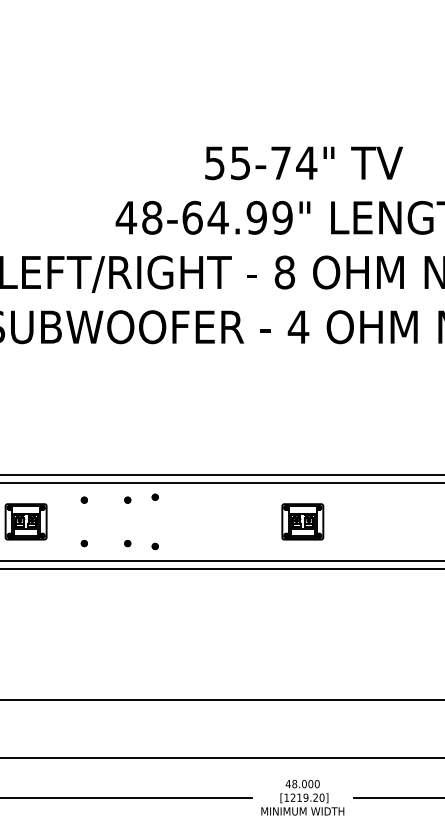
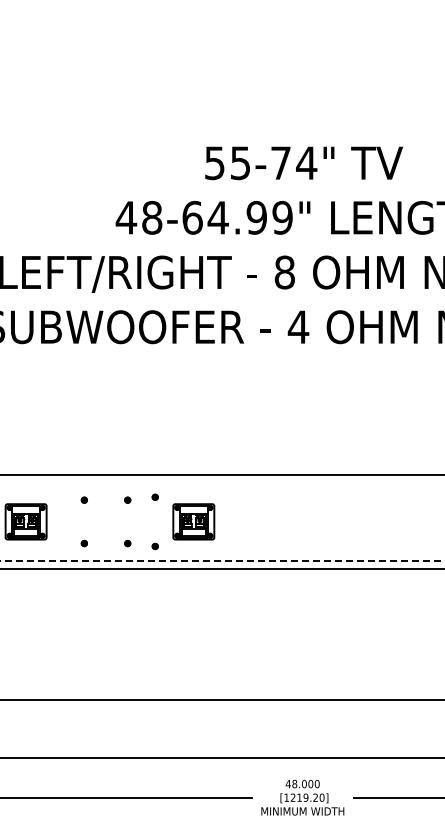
line at (221, 482): present -> none
part at (302, 521) position: (302, 521) -> (193, 521)
line at (222, 560): solid -> dashed
